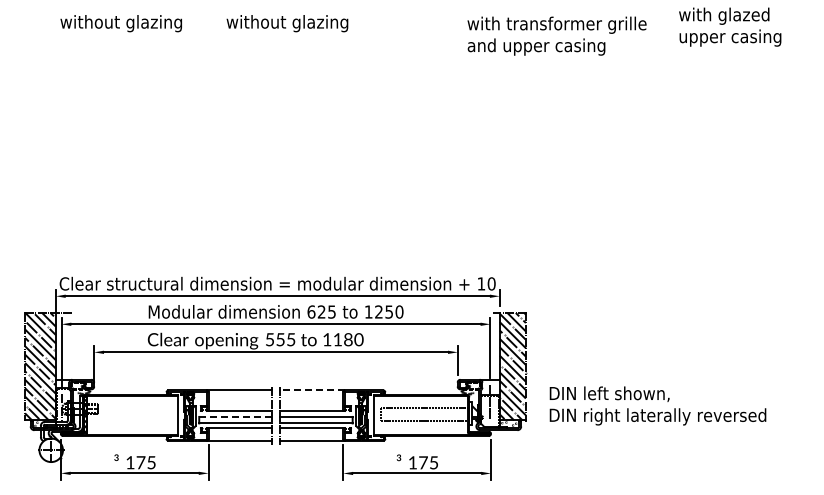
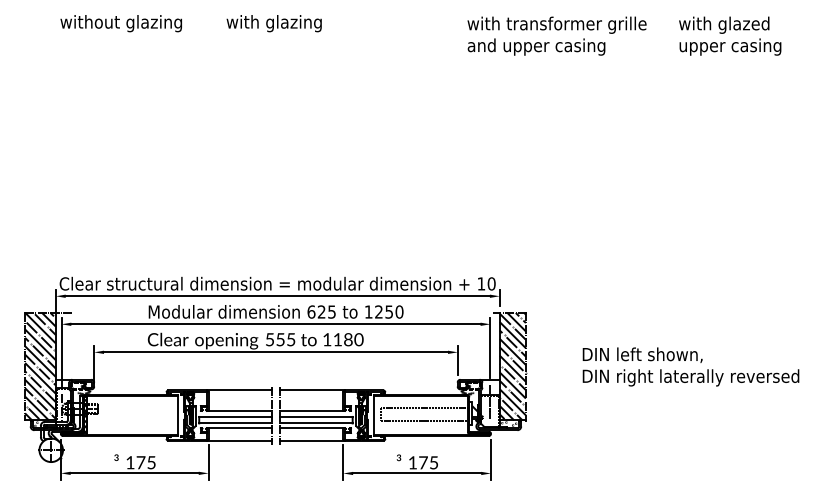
text at (304, 23): without glazing -> with glazing
text at (730, 26) position: (730, 26) -> (730, 35)
line at (312, 390): dashed -> solid
text at (657, 405) position: (657, 405) -> (690, 366)
line at (235, 416): dashed -> solid
